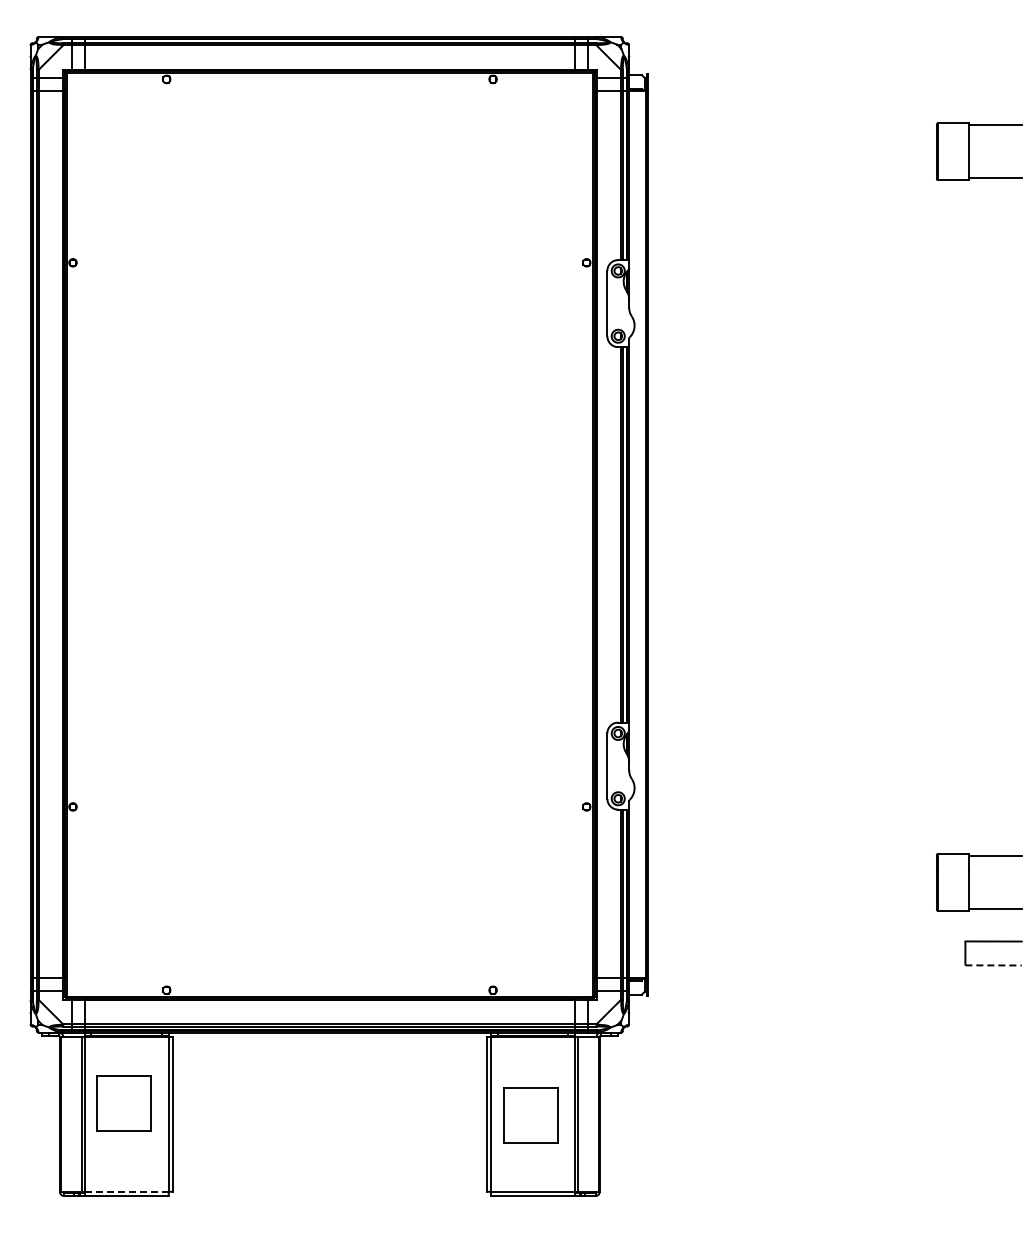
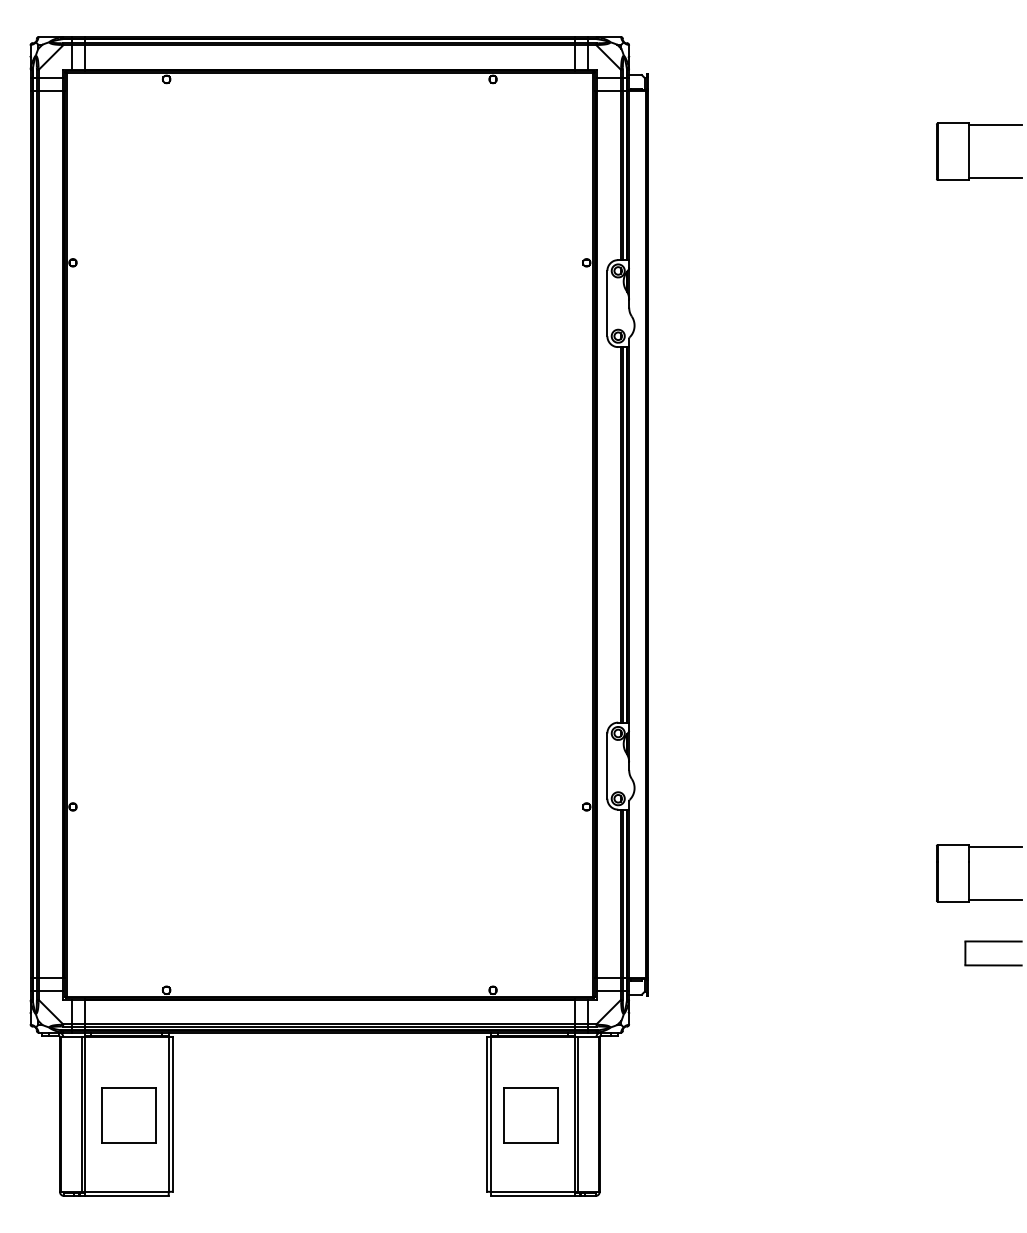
part at (969, 882) position: (969, 882) -> (969, 873)
line at (994, 965): dashed -> solid
part at (123, 1103) position: (123, 1103) -> (128, 1115)
line at (127, 1191): dashed -> solid
